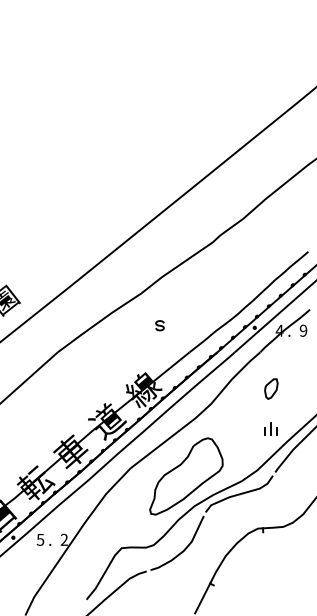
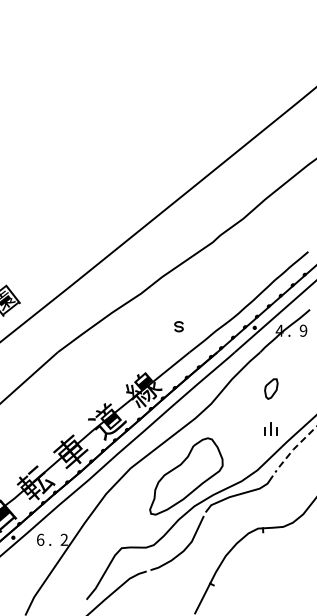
part at (159, 325) position: (159, 325) -> (178, 326)
line at (293, 449): solid -> dashed
text at (40, 539): 5 -> 6
